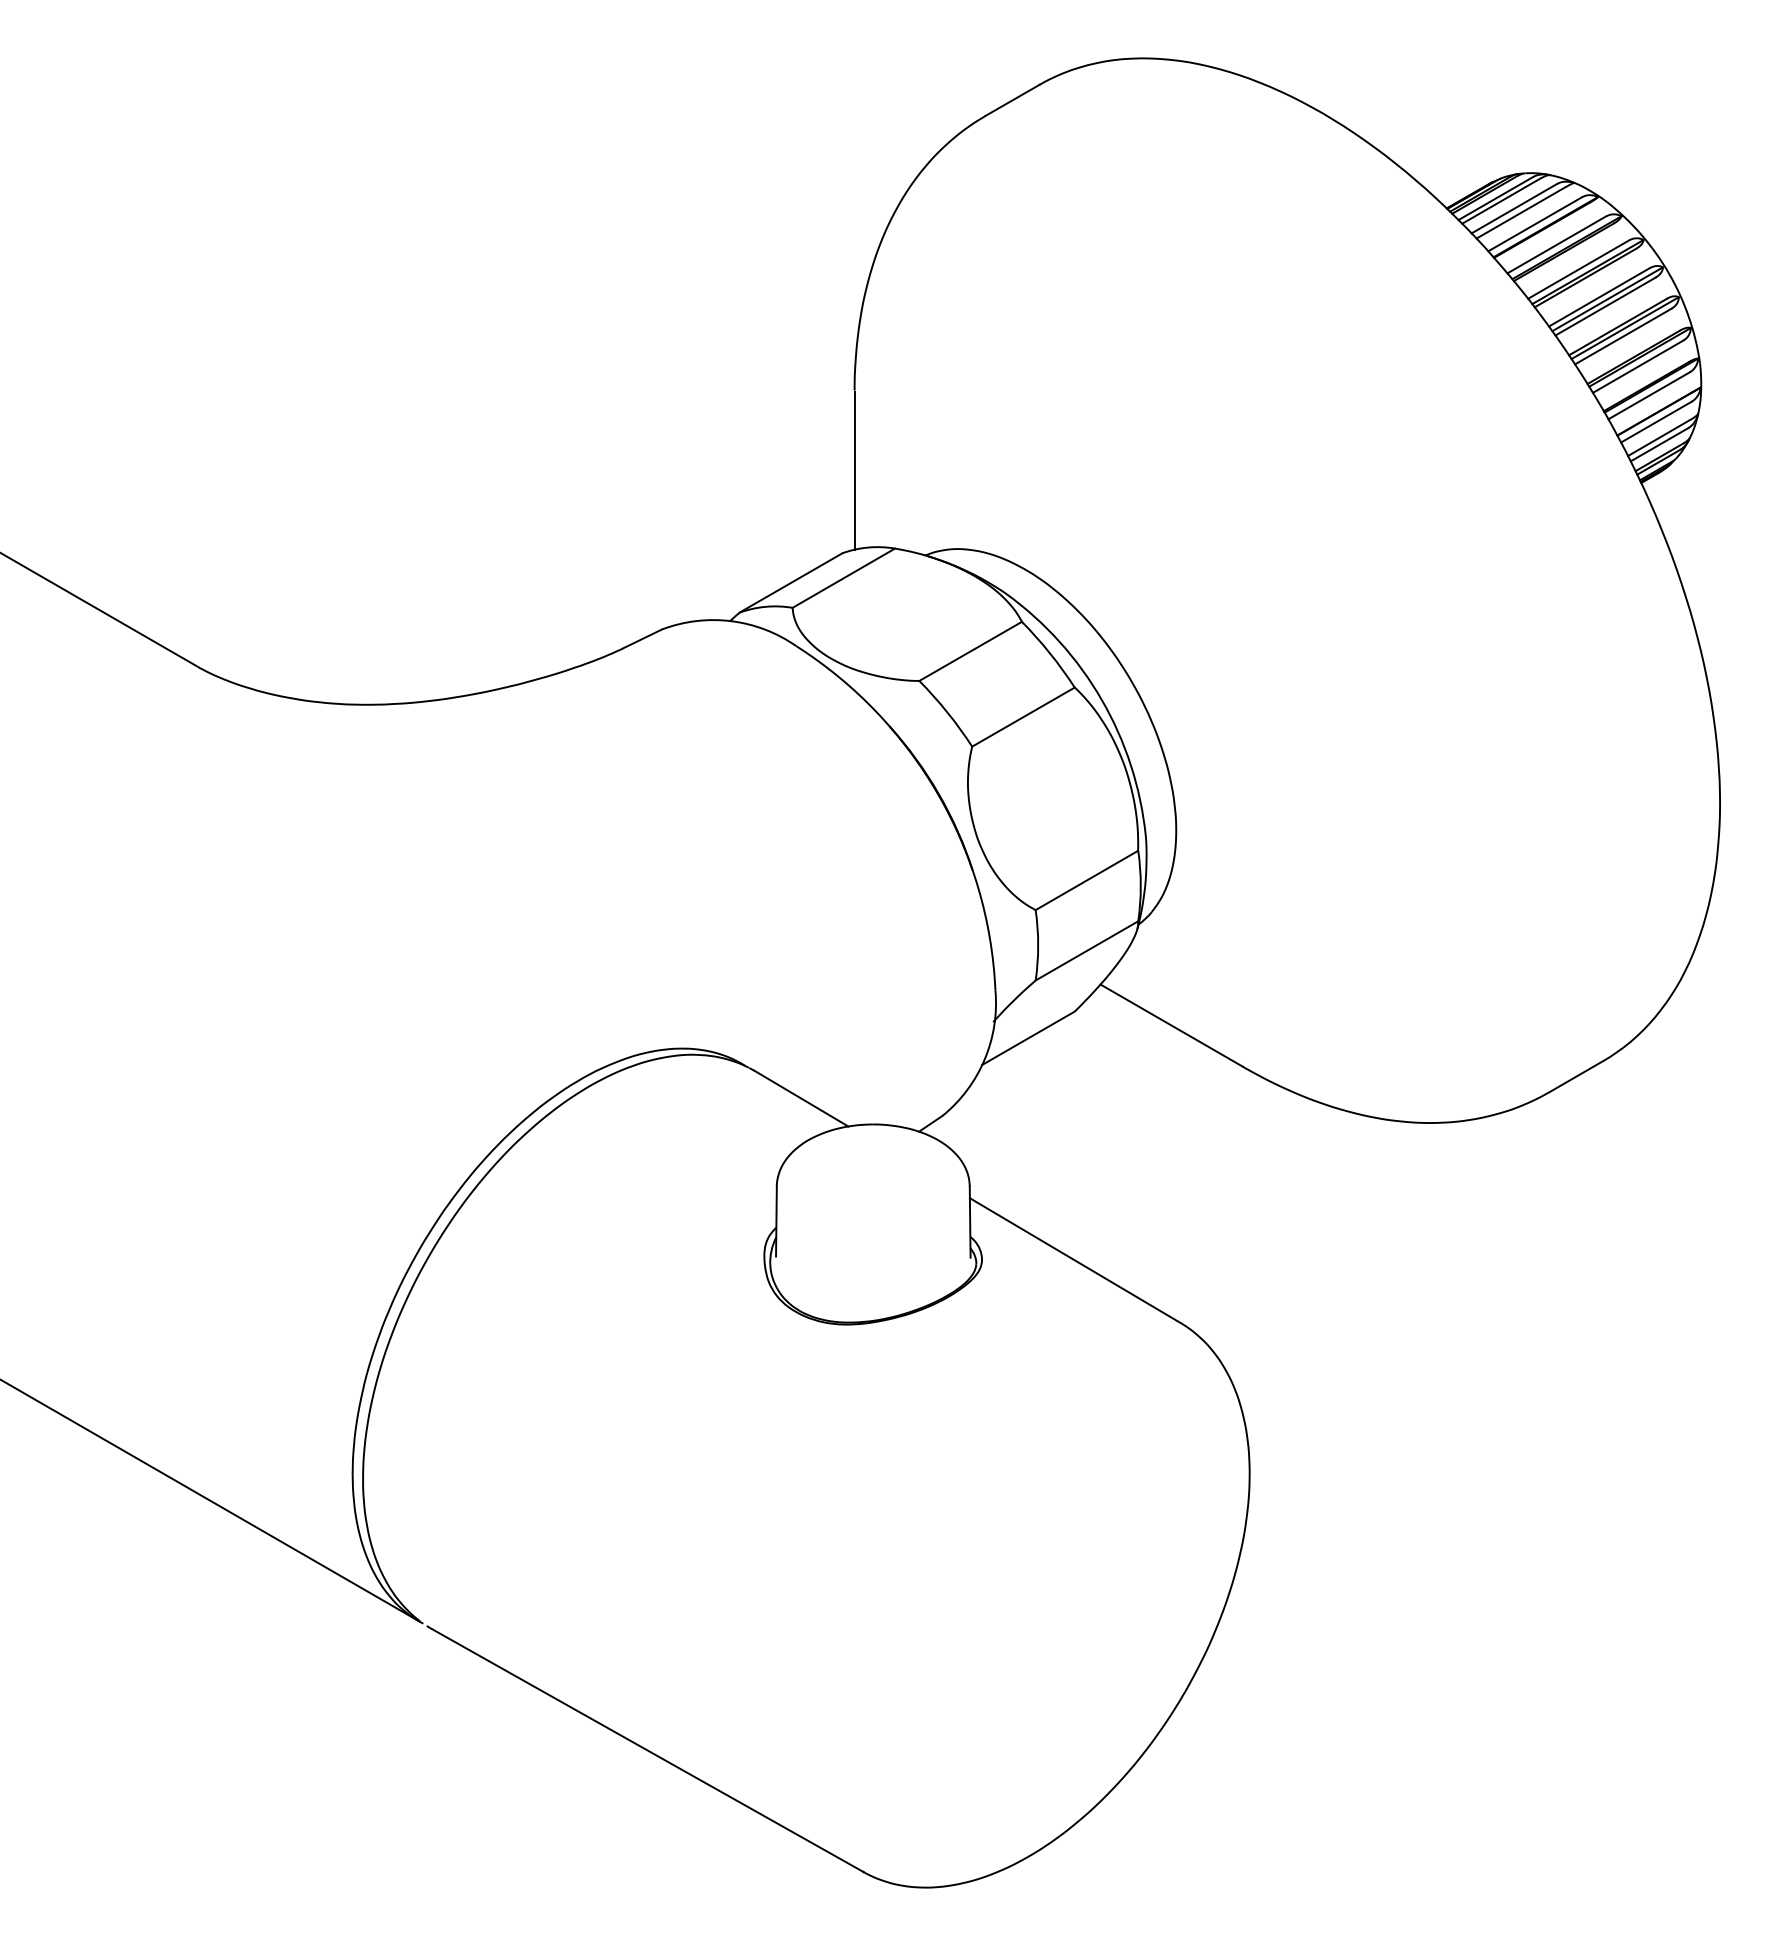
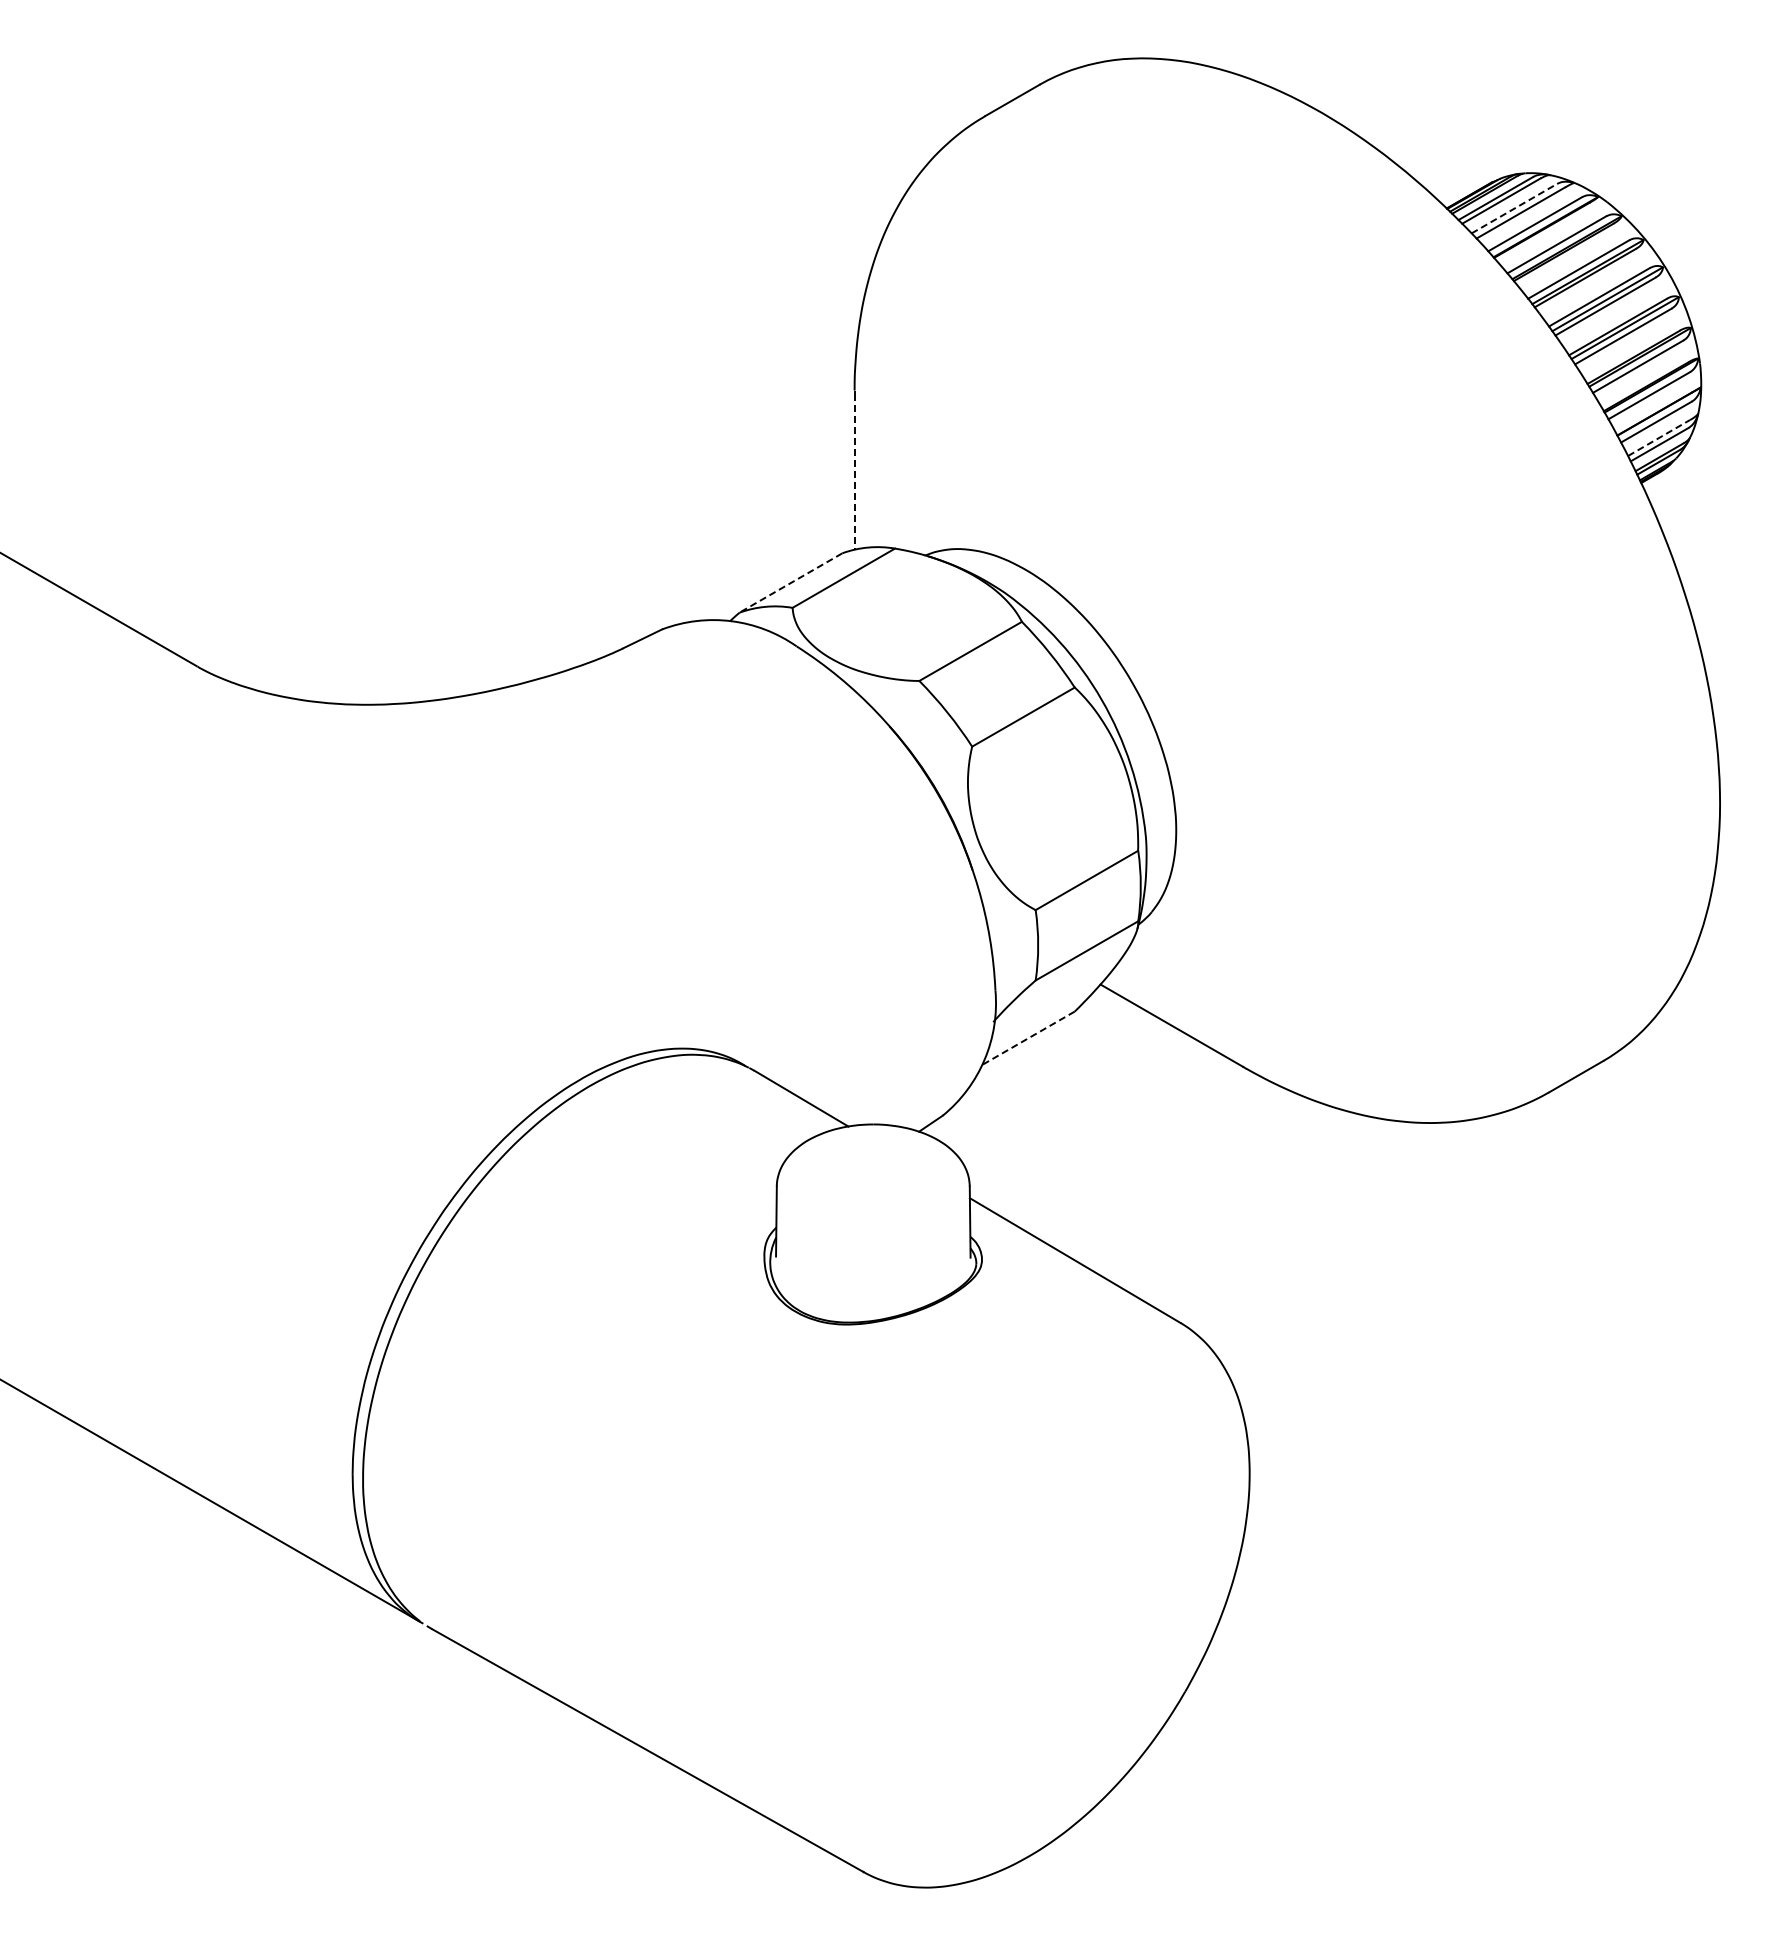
line at (1514, 208): solid -> dashed
line at (1659, 438): solid -> dashed
line at (854, 471): solid -> dashed
line at (790, 583): solid -> dashed
line at (1028, 1038): solid -> dashed
